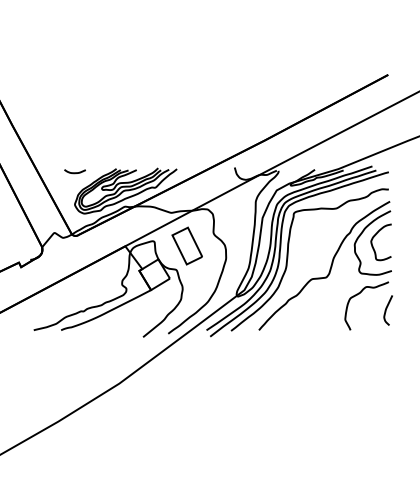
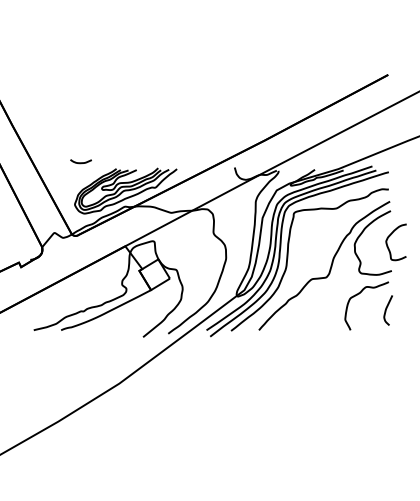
curve at (74, 172) position: (74, 172) -> (80, 162)
part at (186, 245): present -> none
curve at (373, 245) position: (373, 245) -> (388, 245)
